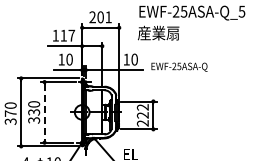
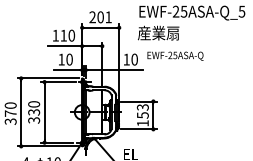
text at (71, 35): 117 -> 110
text at (179, 66) position: (179, 66) -> (175, 55)
line at (44, 112): dashed -> solid
text at (142, 115): 222 -> 153
